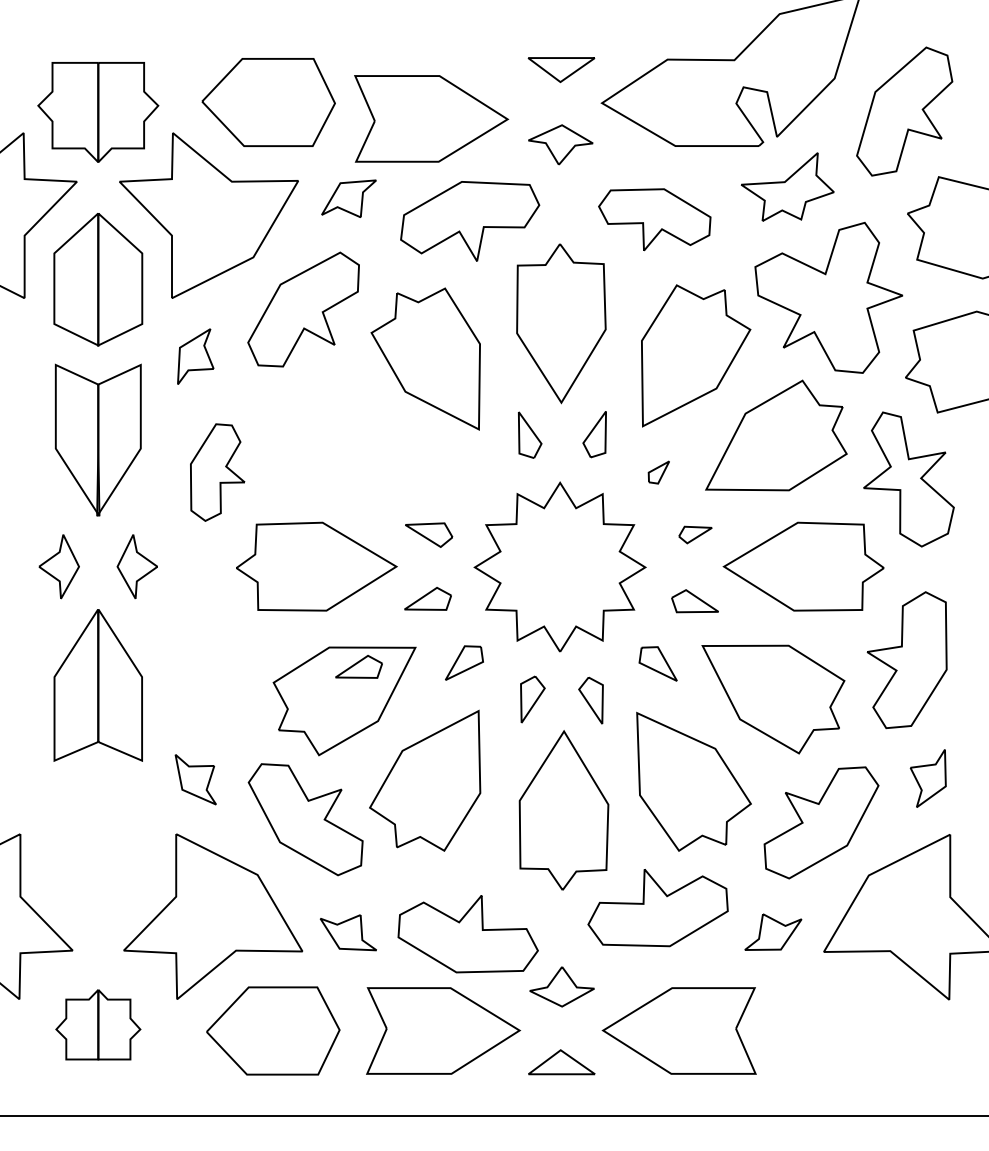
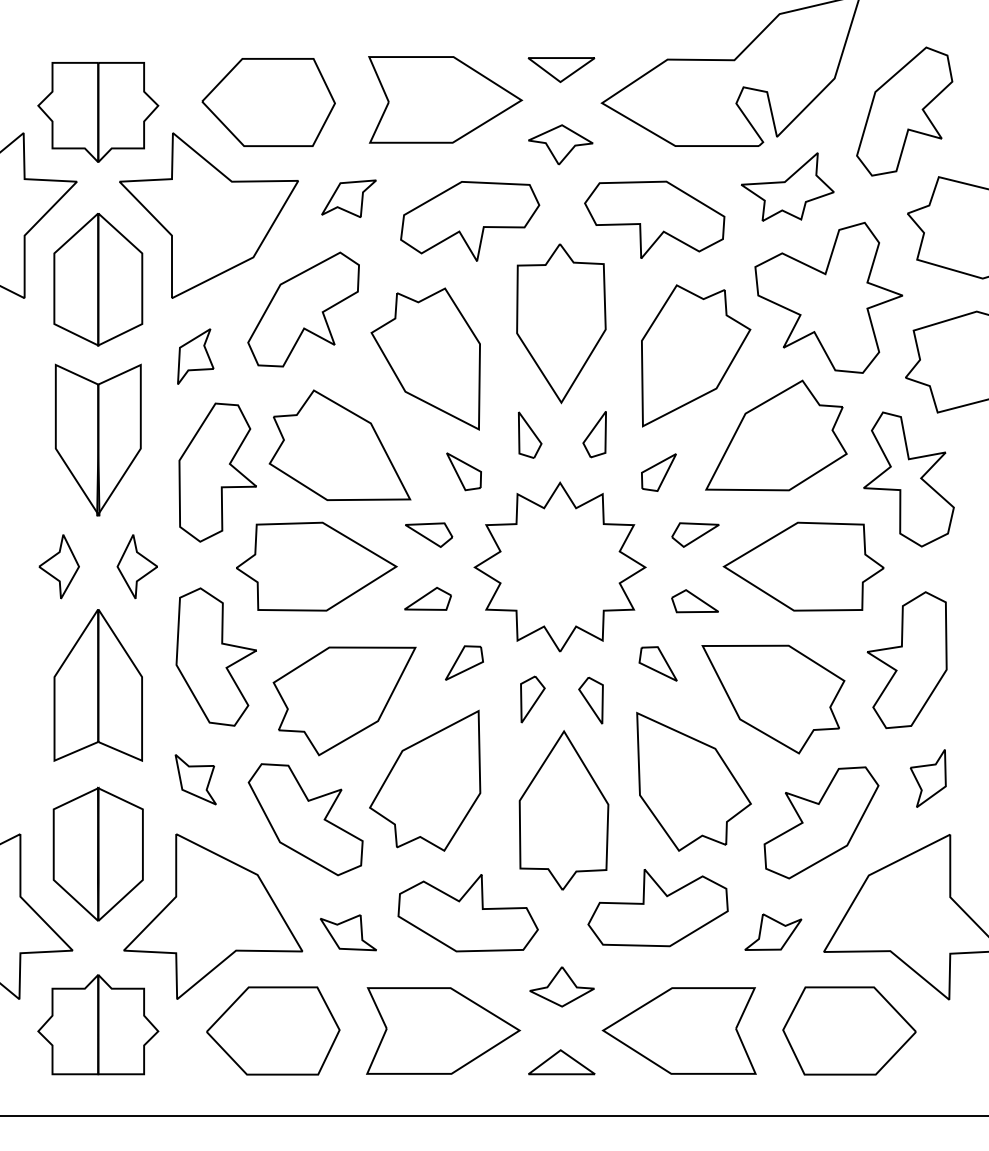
part at (431, 118) position: (431, 118) -> (445, 99)
part at (654, 219) size: 114x64 px -> 142x79 px
part at (339, 444): none -> present
part at (463, 471): none -> present
part at (217, 472) size: 56x99 px -> 79x141 px
part at (658, 472) size: 23x25 px -> 36x39 px
part at (695, 534) size: 35x20 px -> 49x26 px
part at (215, 656): none -> present
part at (358, 666): present -> none
part at (97, 853): none -> present
part at (467, 934) position: (467, 934) -> (467, 913)
part at (98, 1024) size: 87x72 px -> 123x102 px
part at (849, 1030): none -> present
